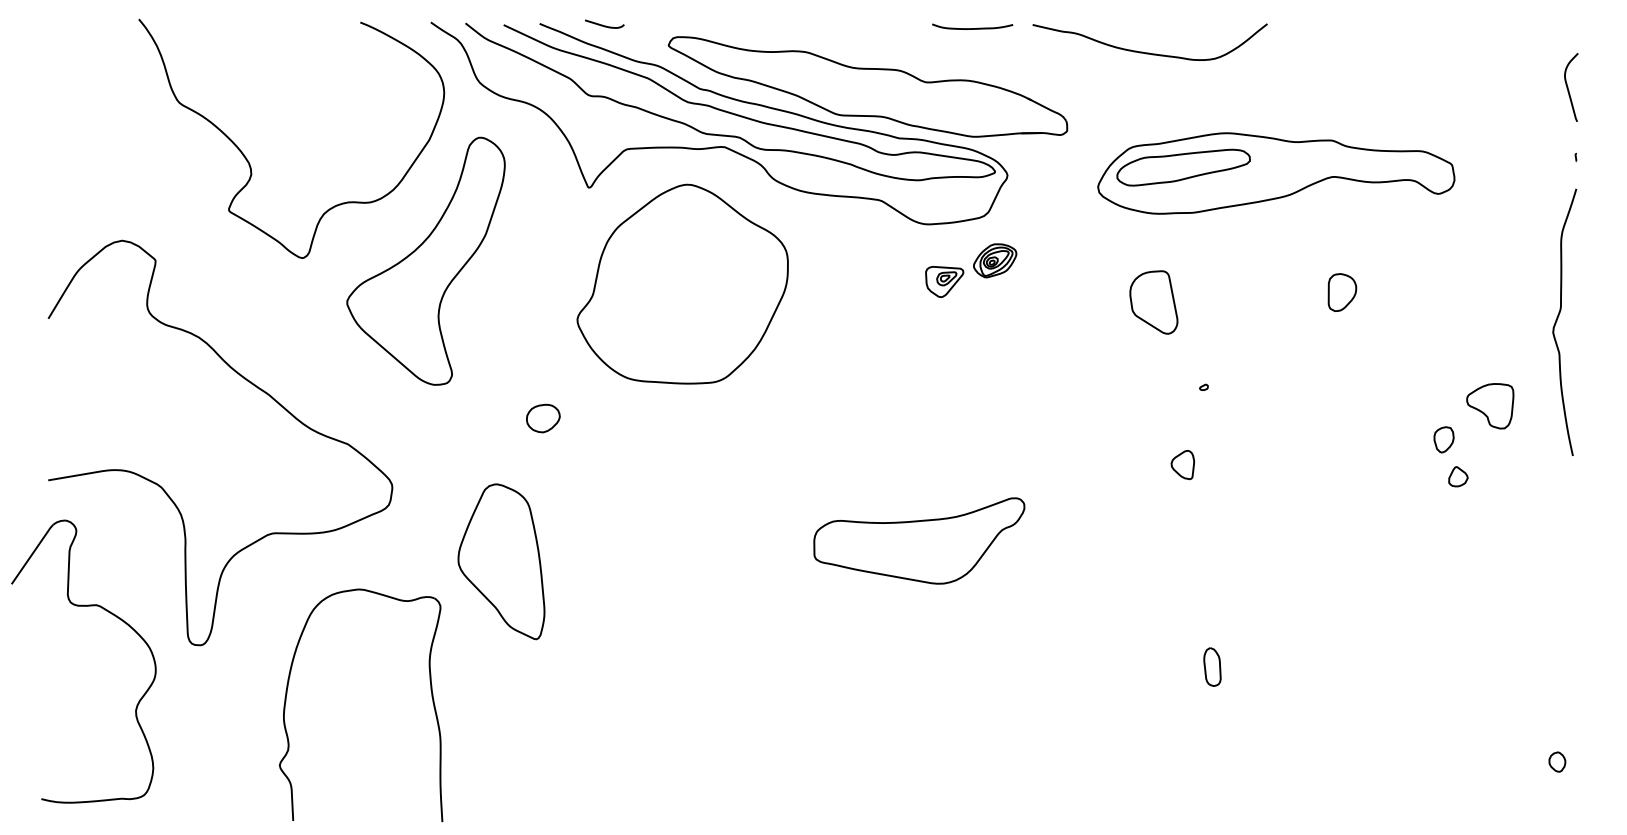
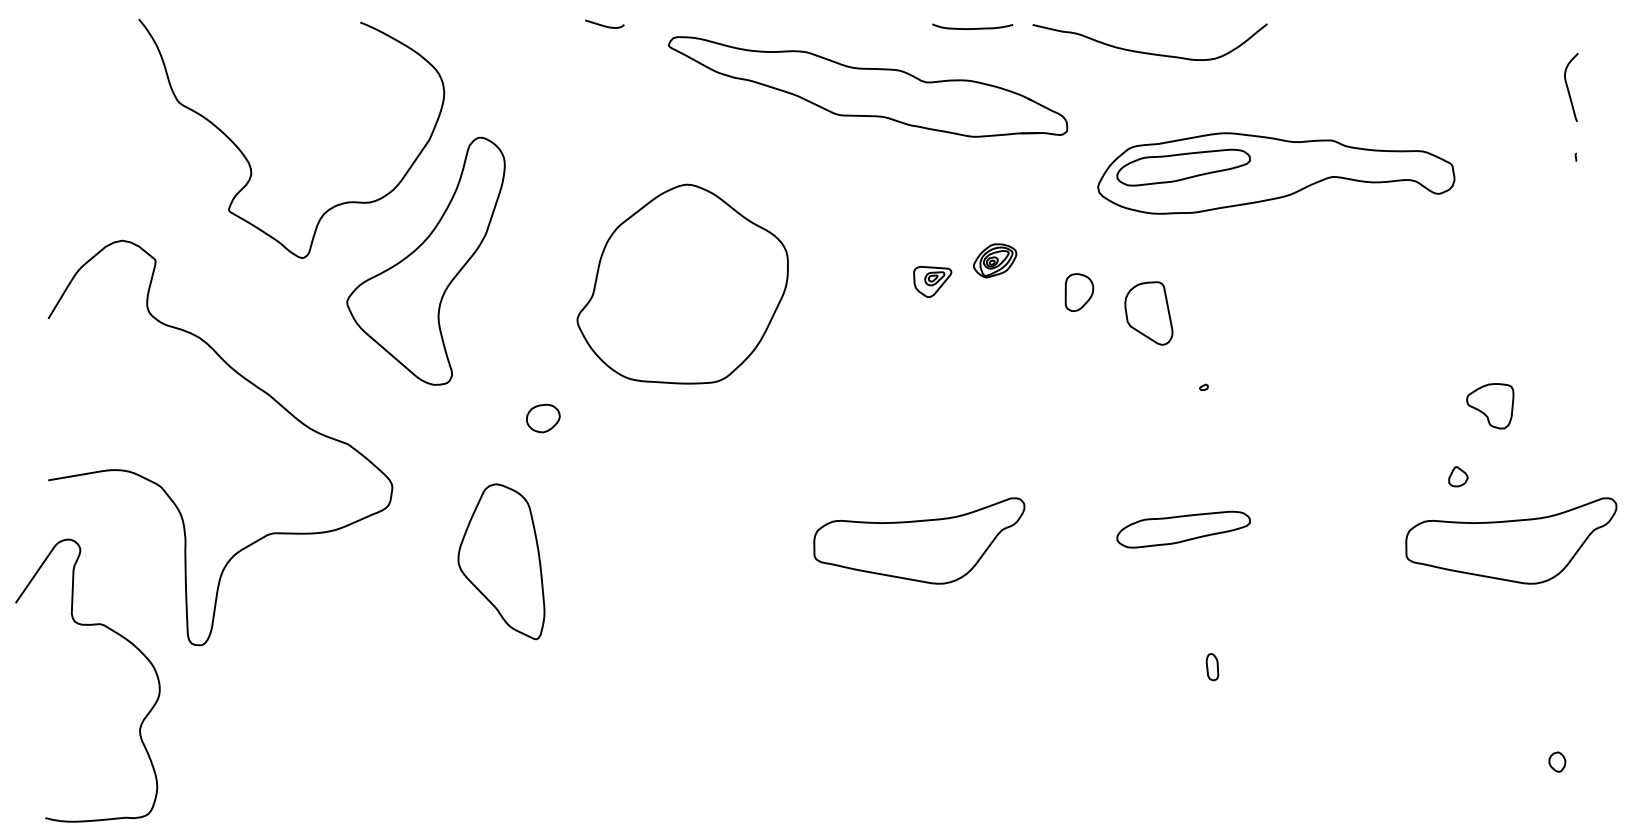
part at (719, 134): present -> none
part at (944, 281) position: (944, 281) -> (932, 281)
part at (1342, 292) position: (1342, 292) -> (1079, 292)
part at (1153, 302) position: (1153, 302) -> (1148, 313)
curve at (1557, 321): present -> none
part at (1443, 439): present -> none
part at (1182, 465): present -> none
part at (1183, 529): none -> present
part at (1511, 540): none -> present
part at (109, 613) position: (109, 613) -> (113, 632)
part at (1212, 666) size: 19x40 px -> 15x29 px
part at (431, 697): present -> none
